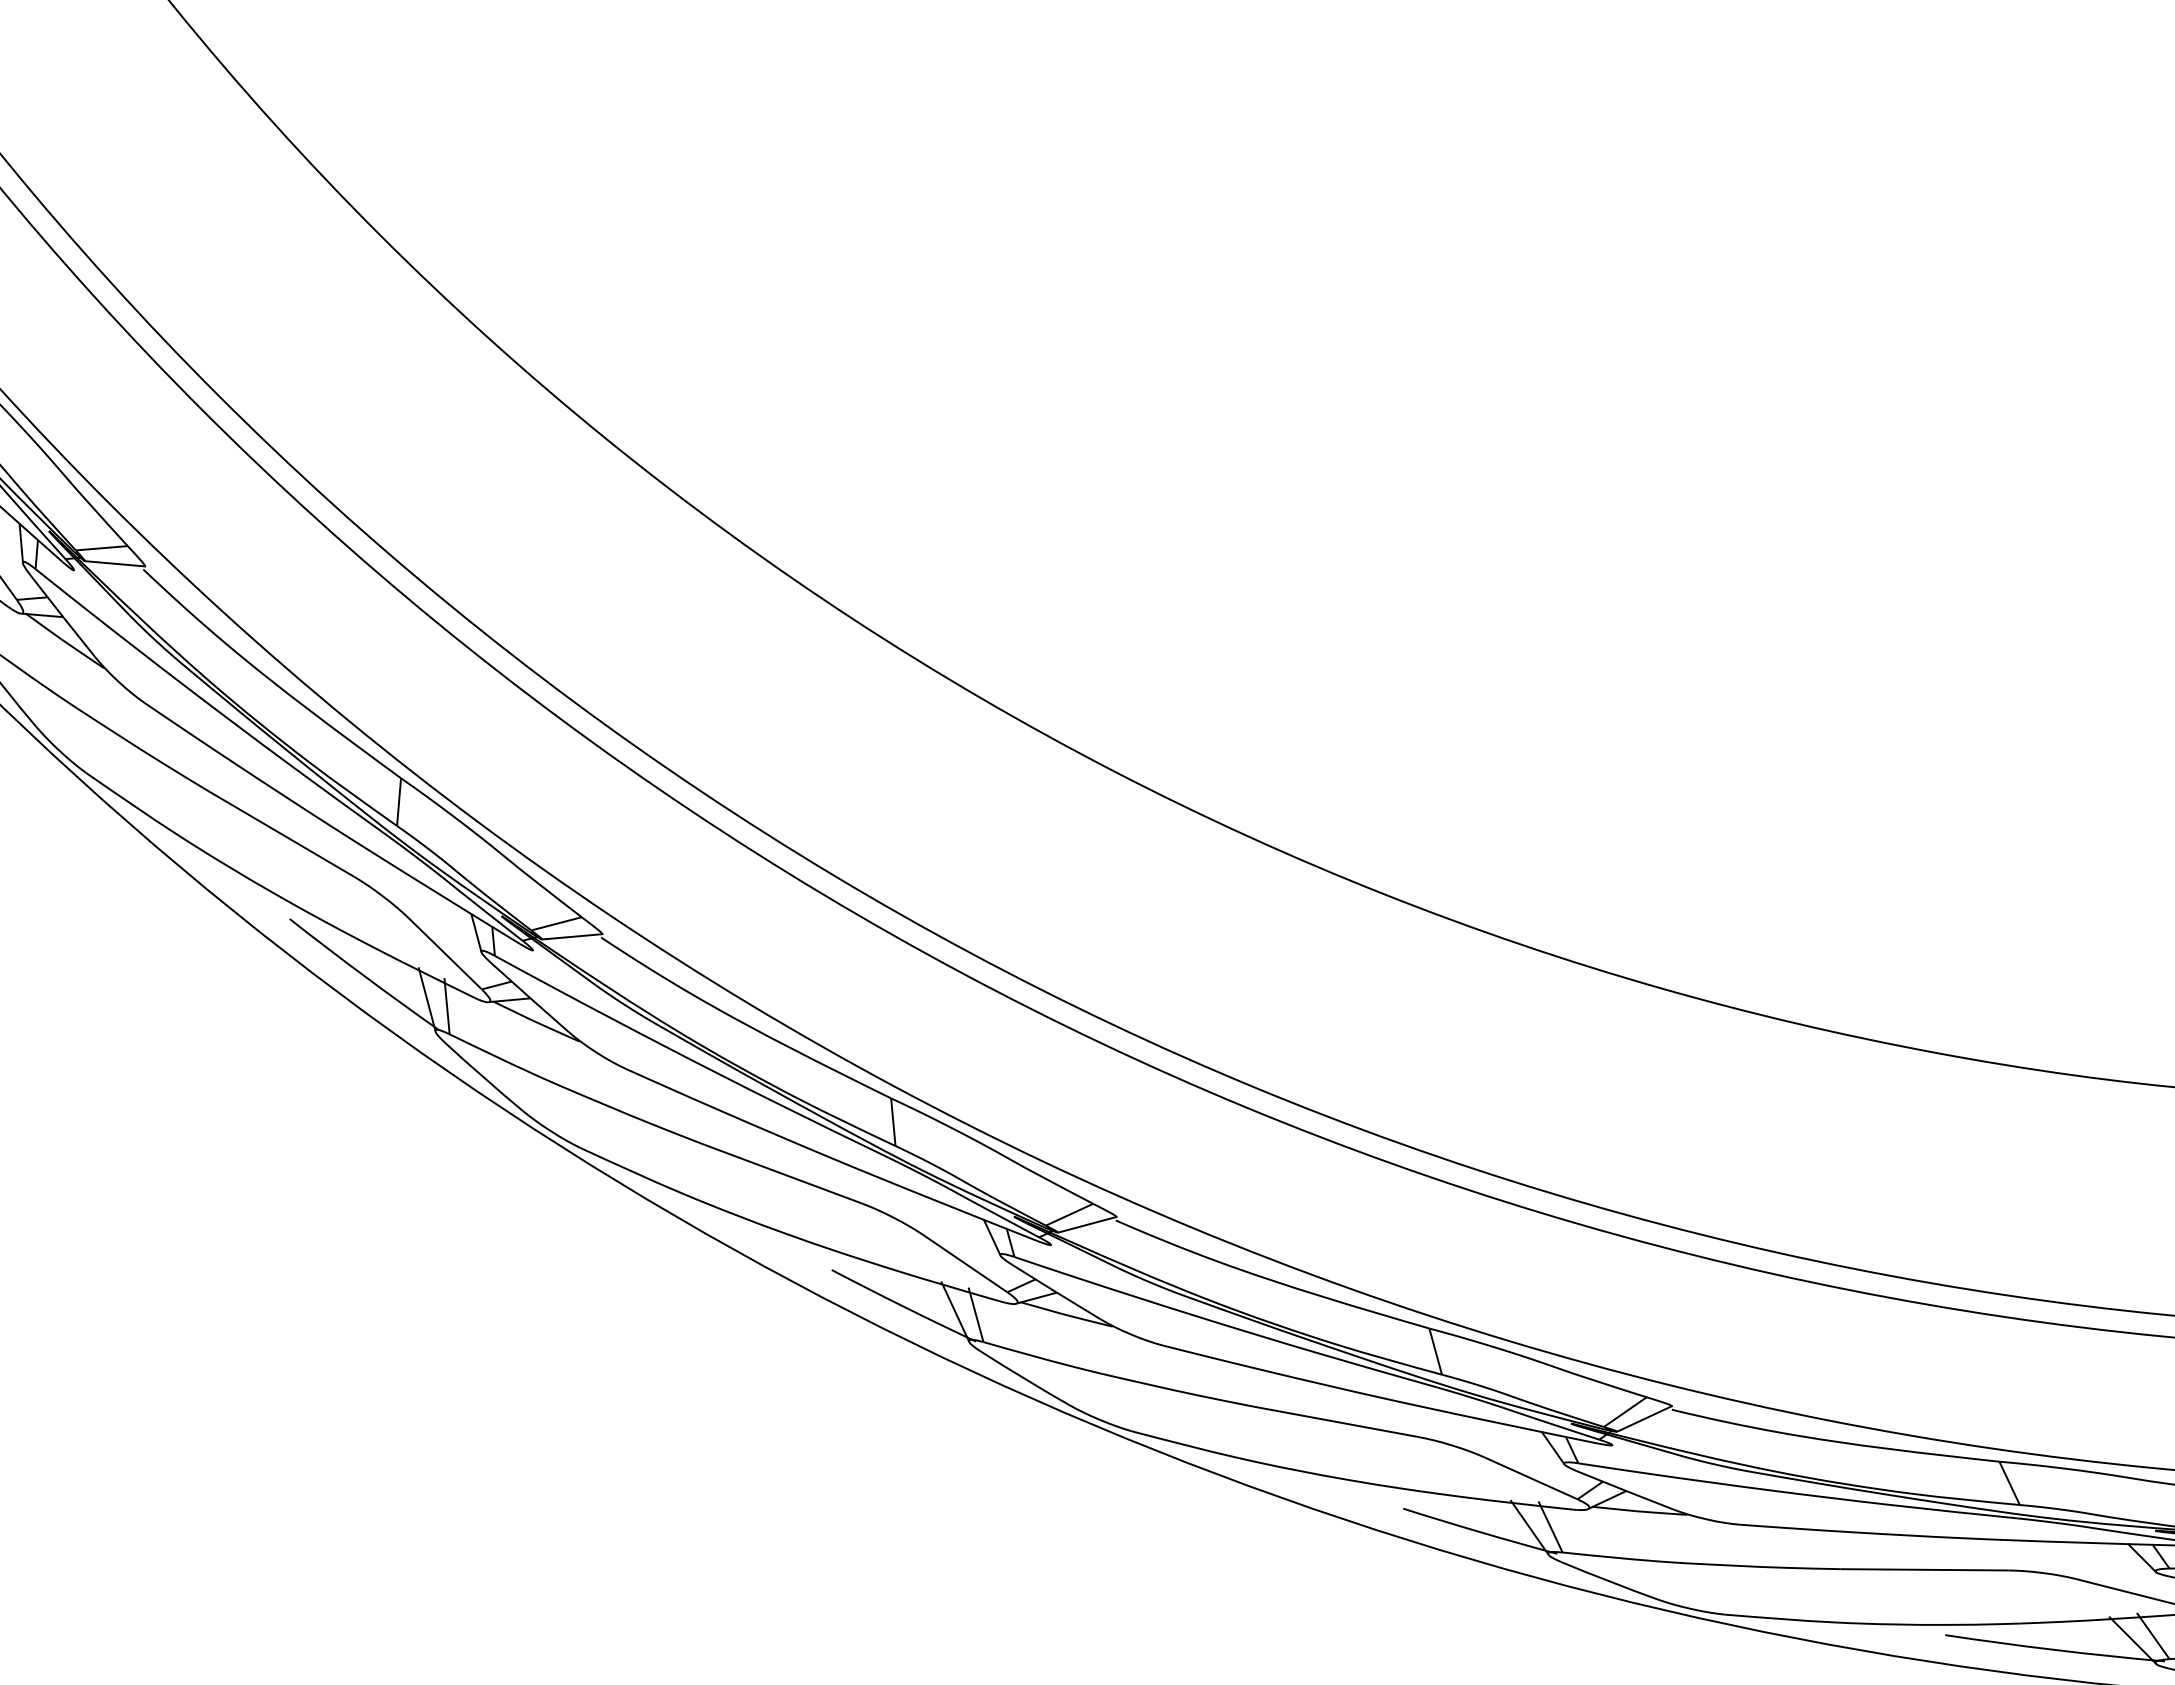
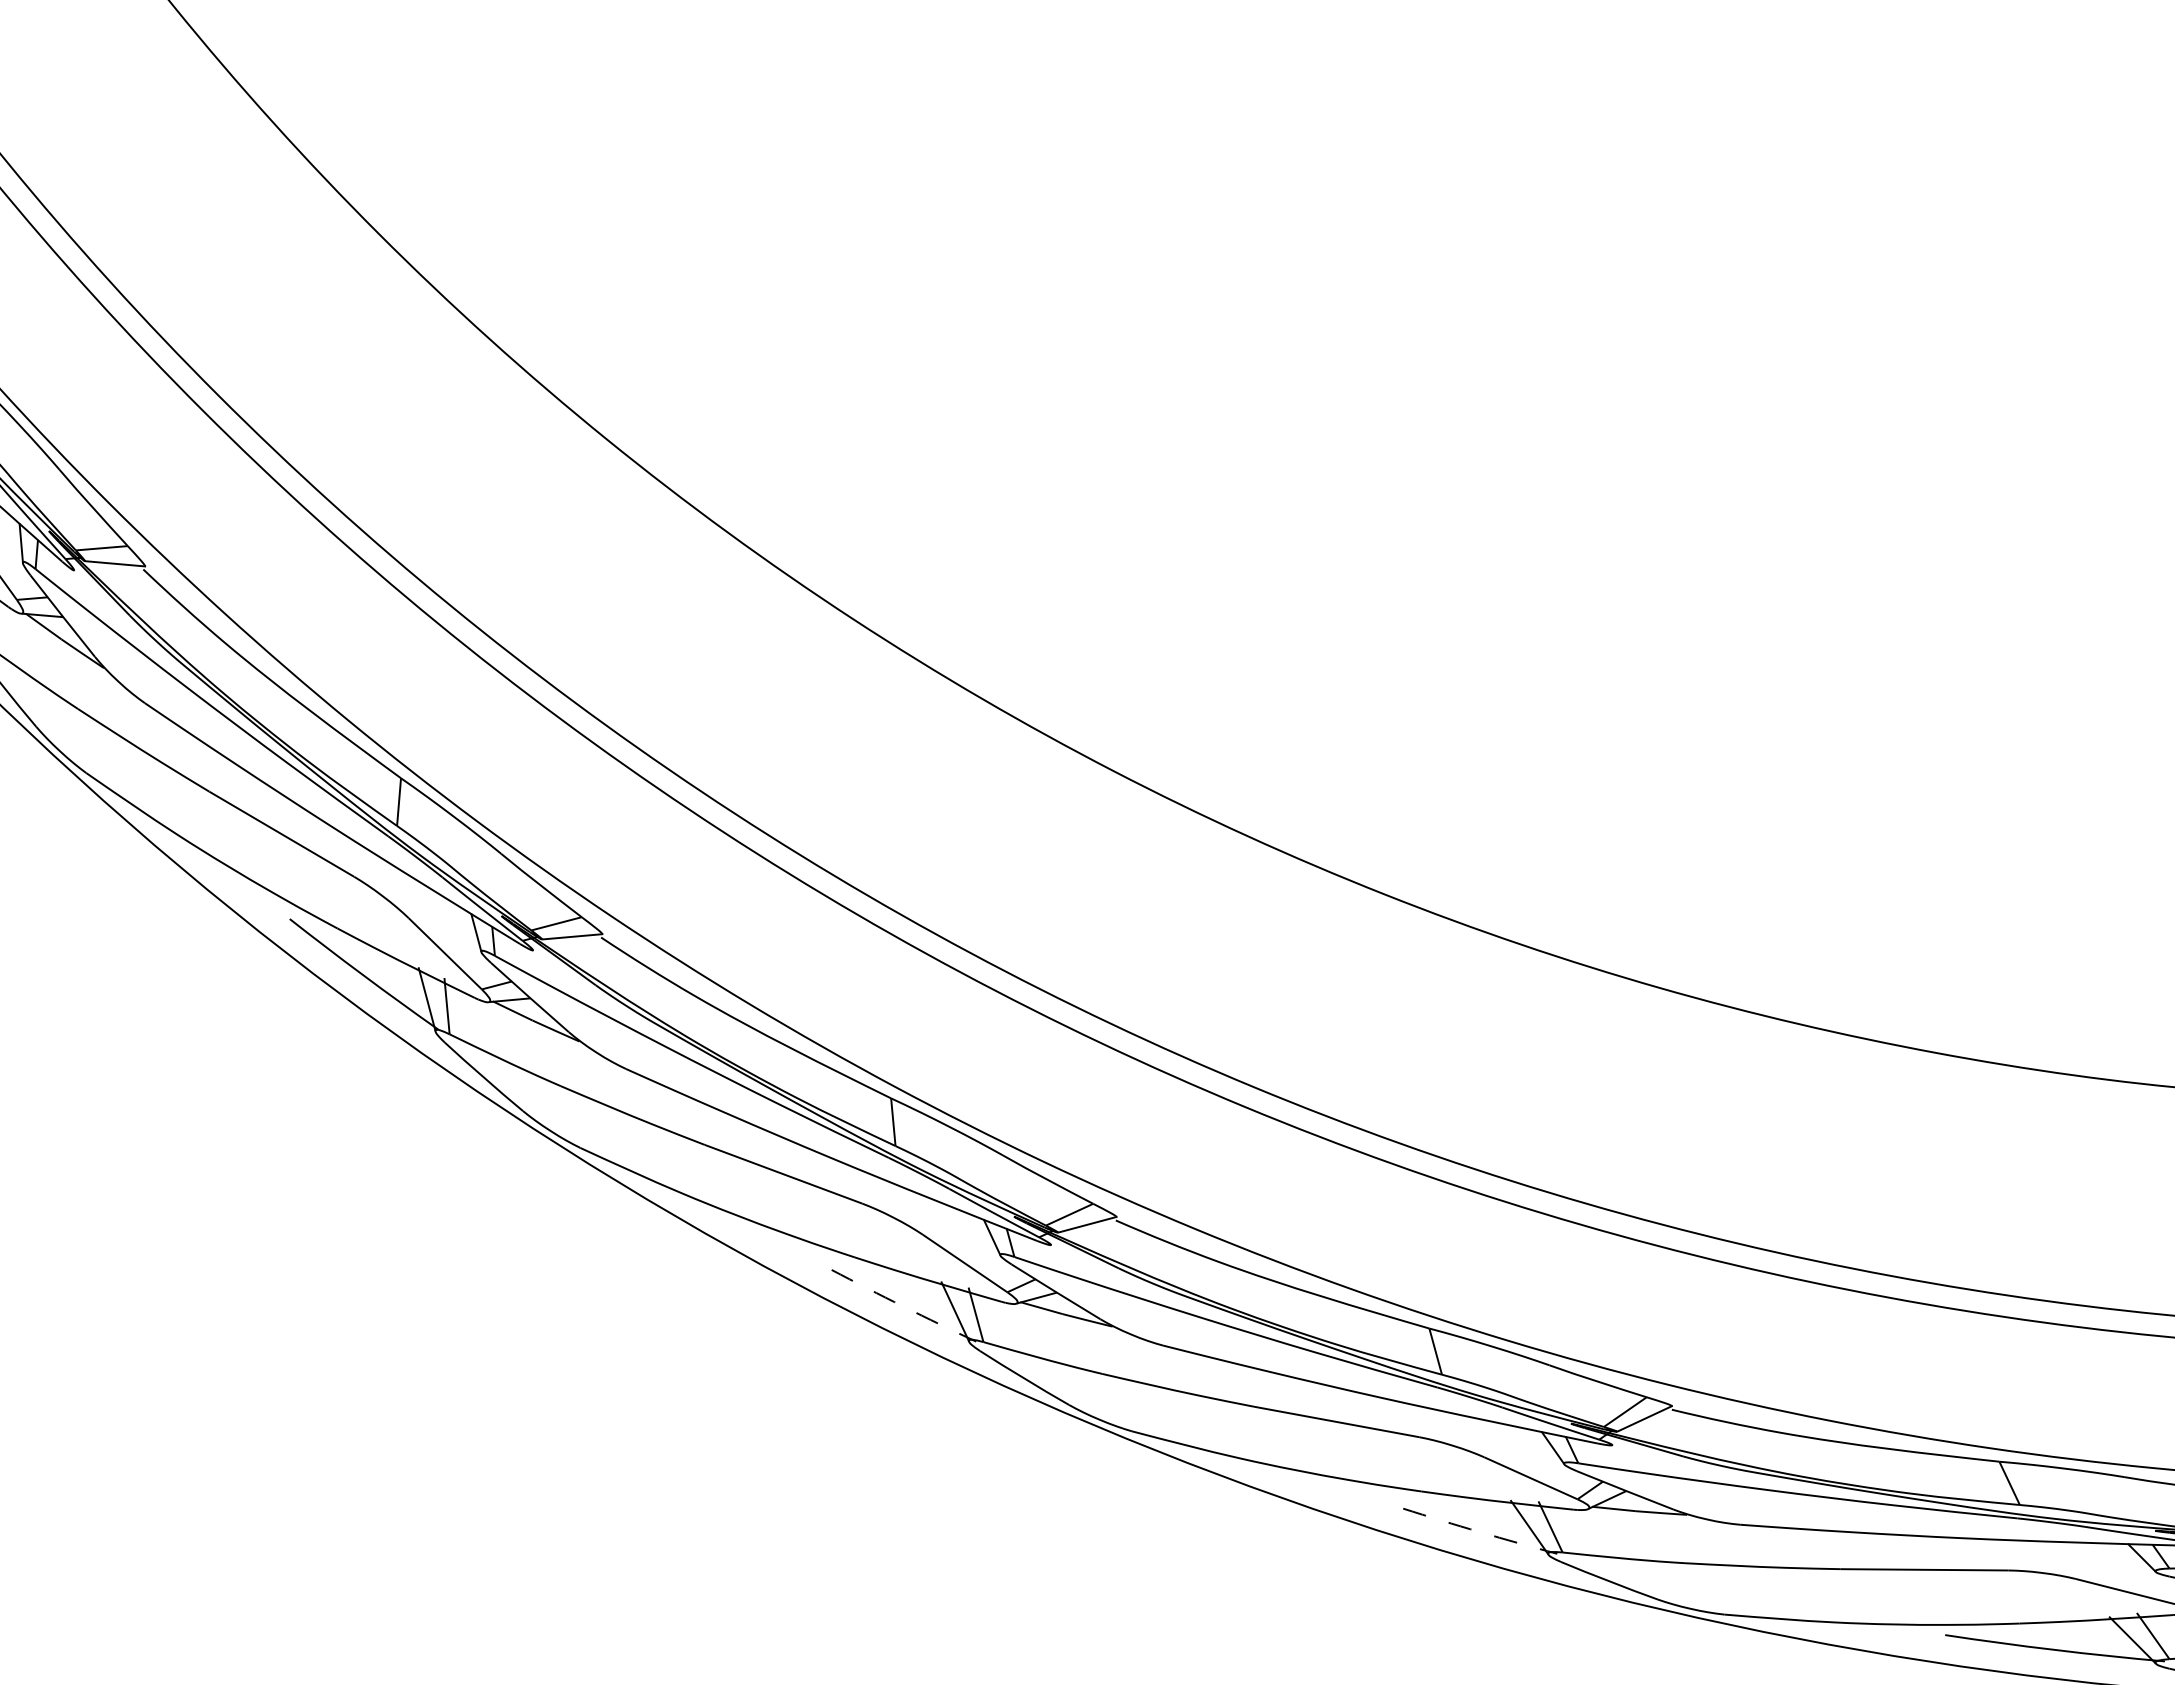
arc at (903, 1306): solid -> dashed
arc at (1480, 1532): solid -> dashed
